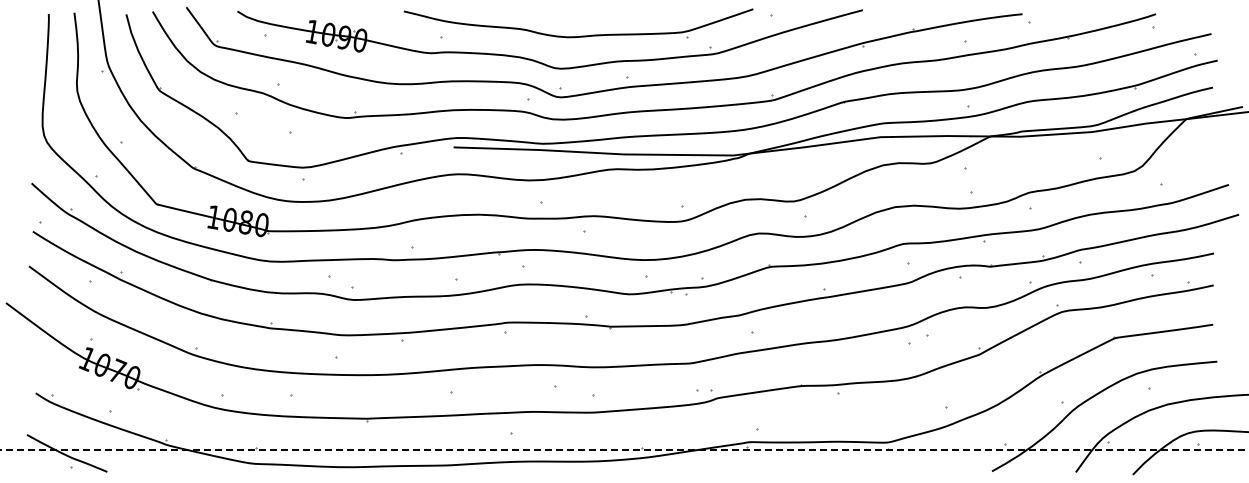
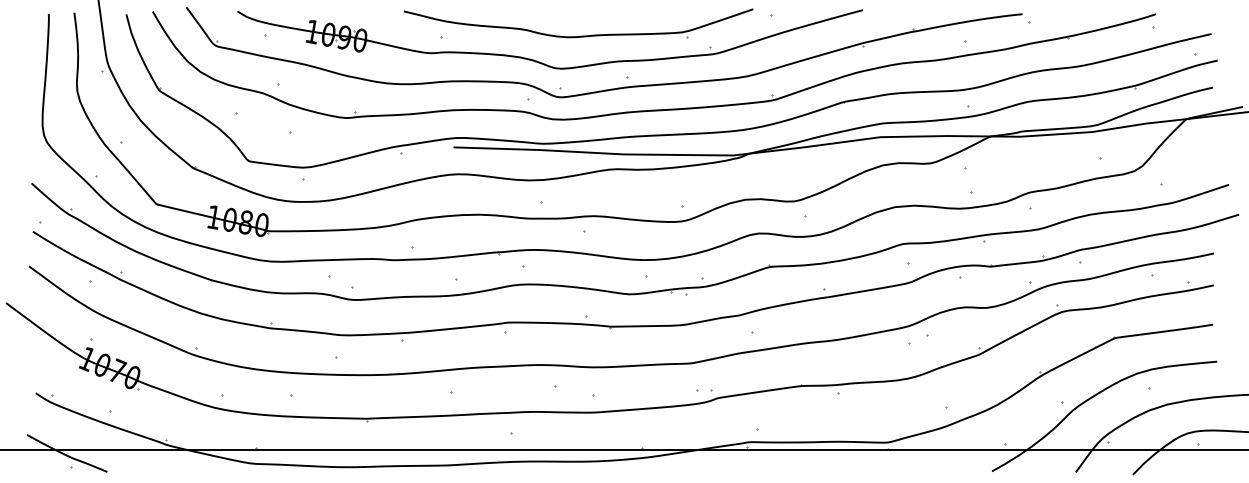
line at (625, 449): dashed -> solid
